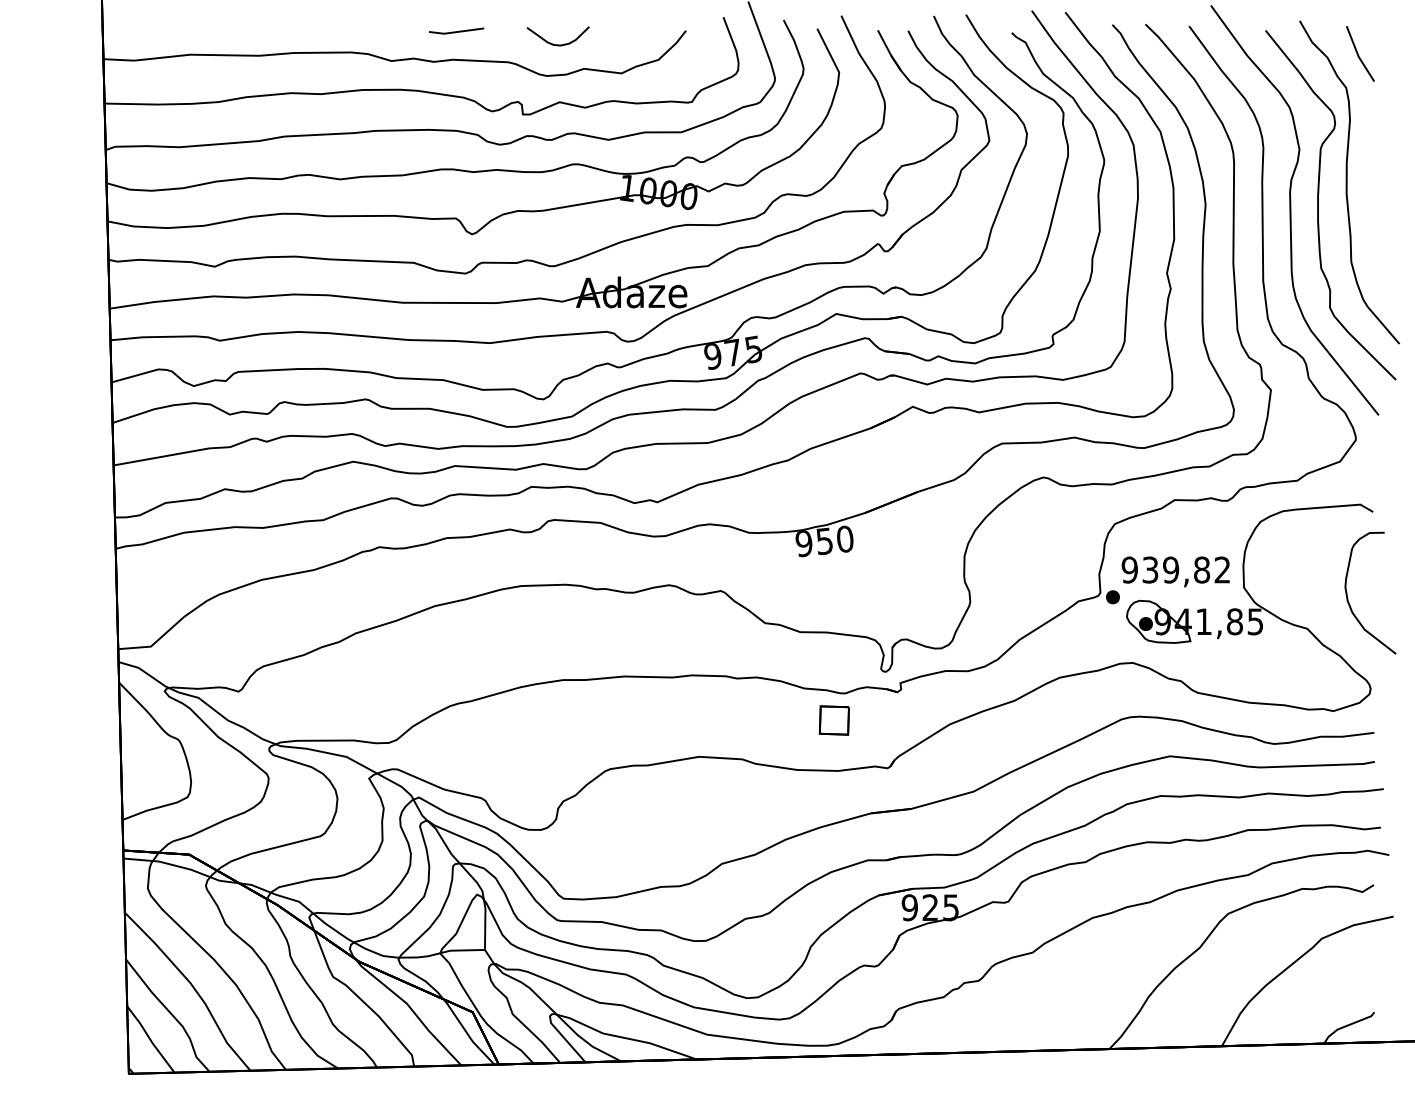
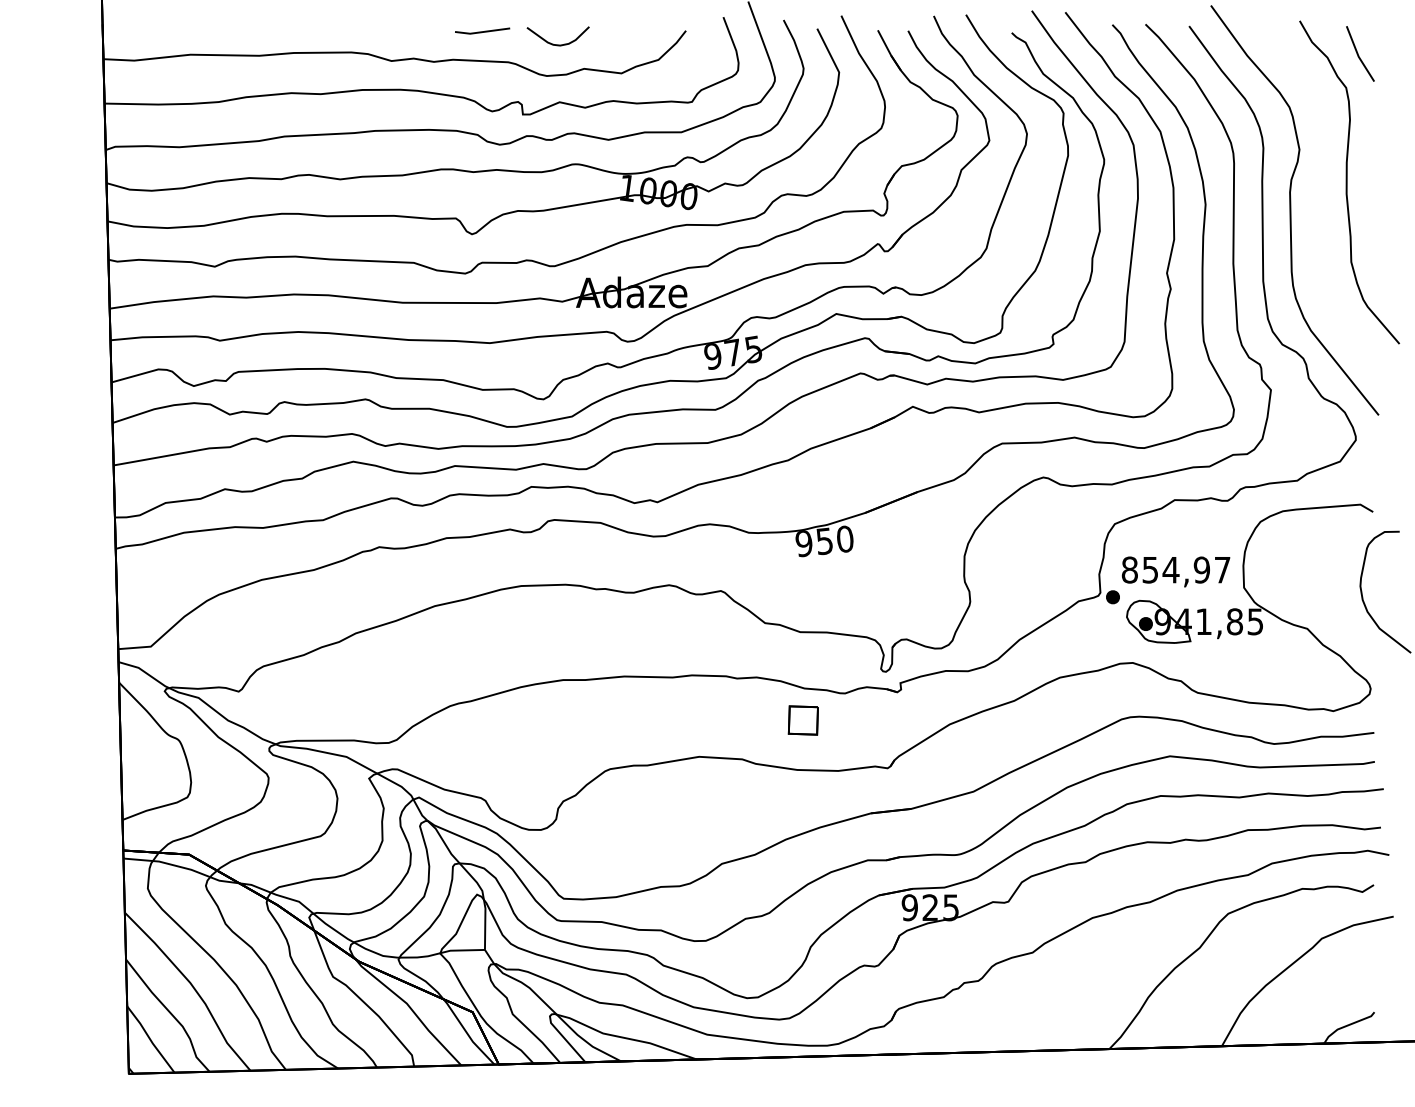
line at (456, 31) position: (456, 31) -> (482, 31)
curve at (1318, 205): present -> none
text at (1175, 569): 939,82 -> 854,97
curve at (1348, 598) position: (1348, 598) -> (1363, 597)
part at (833, 720) position: (833, 720) -> (802, 720)
